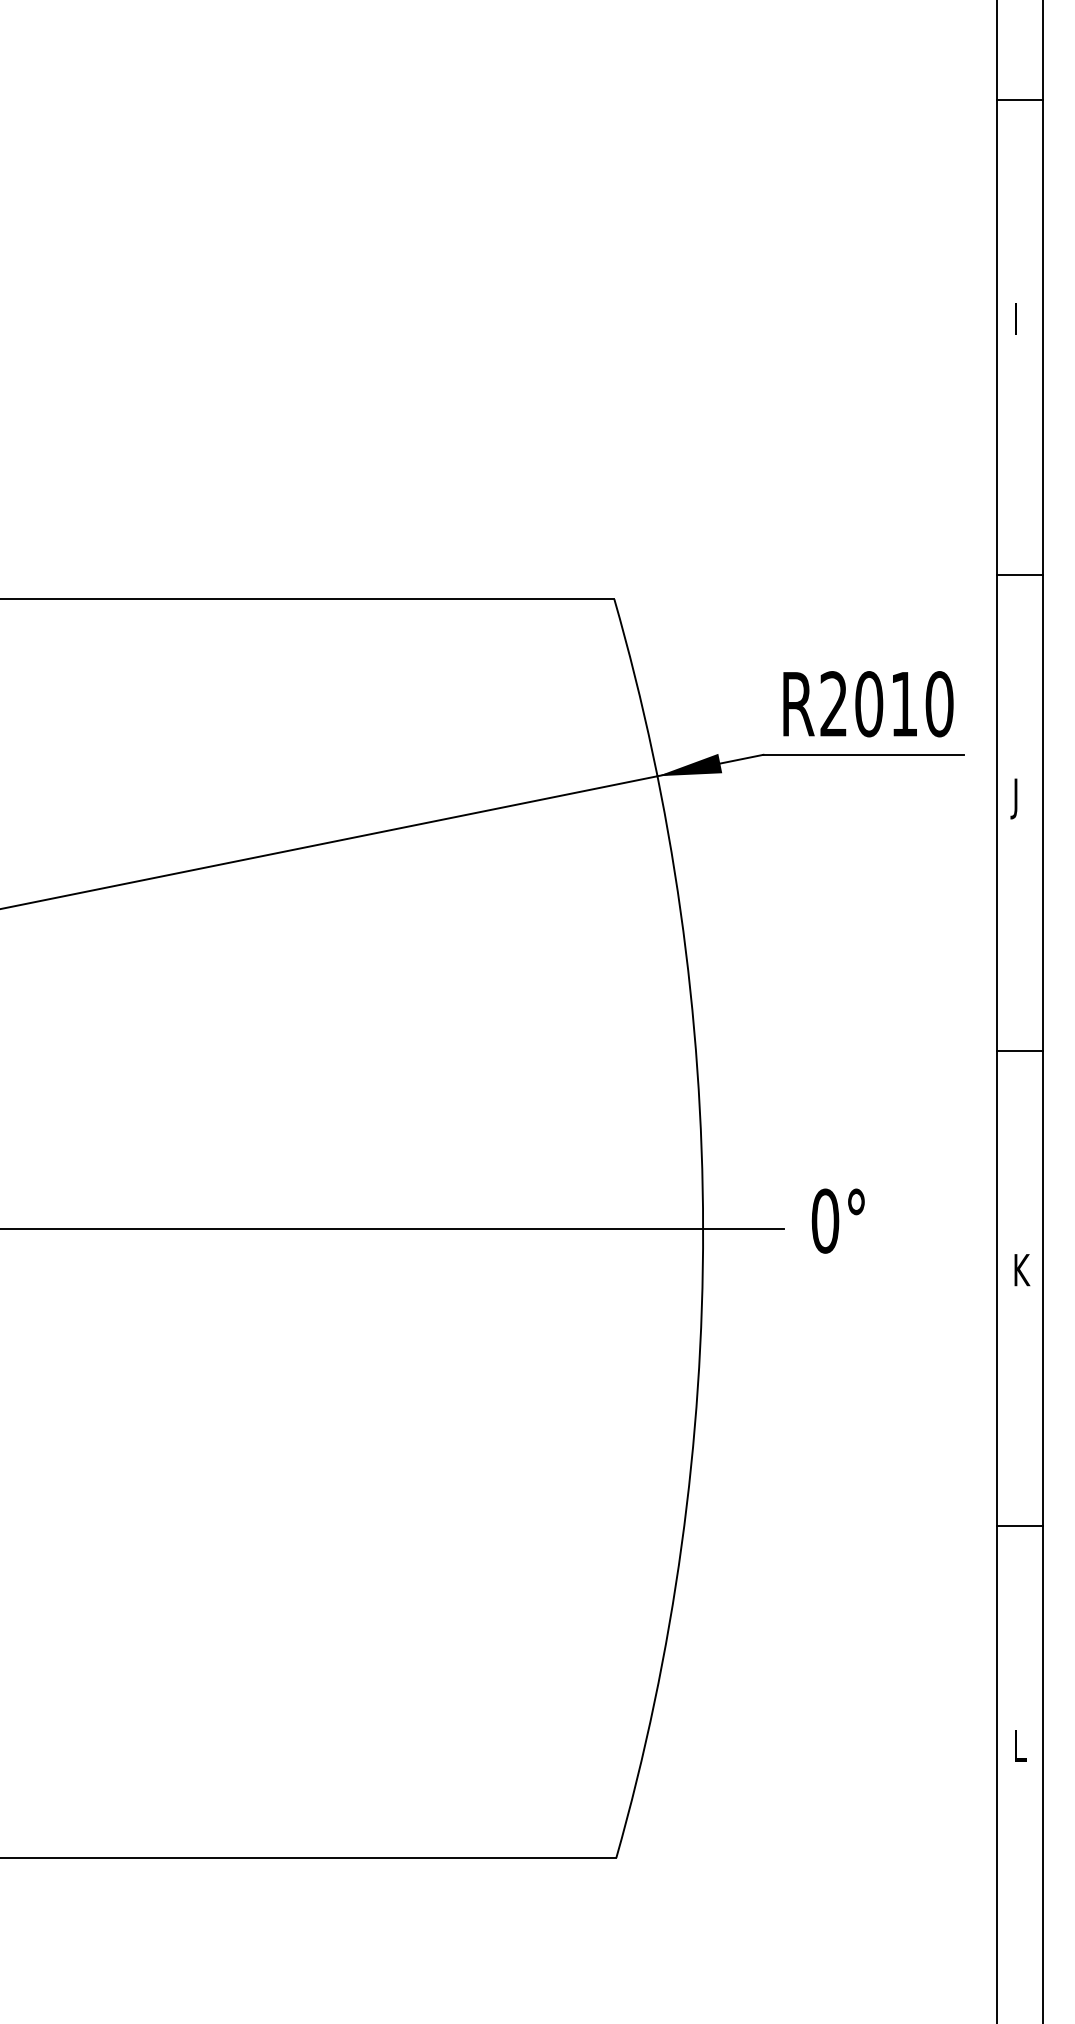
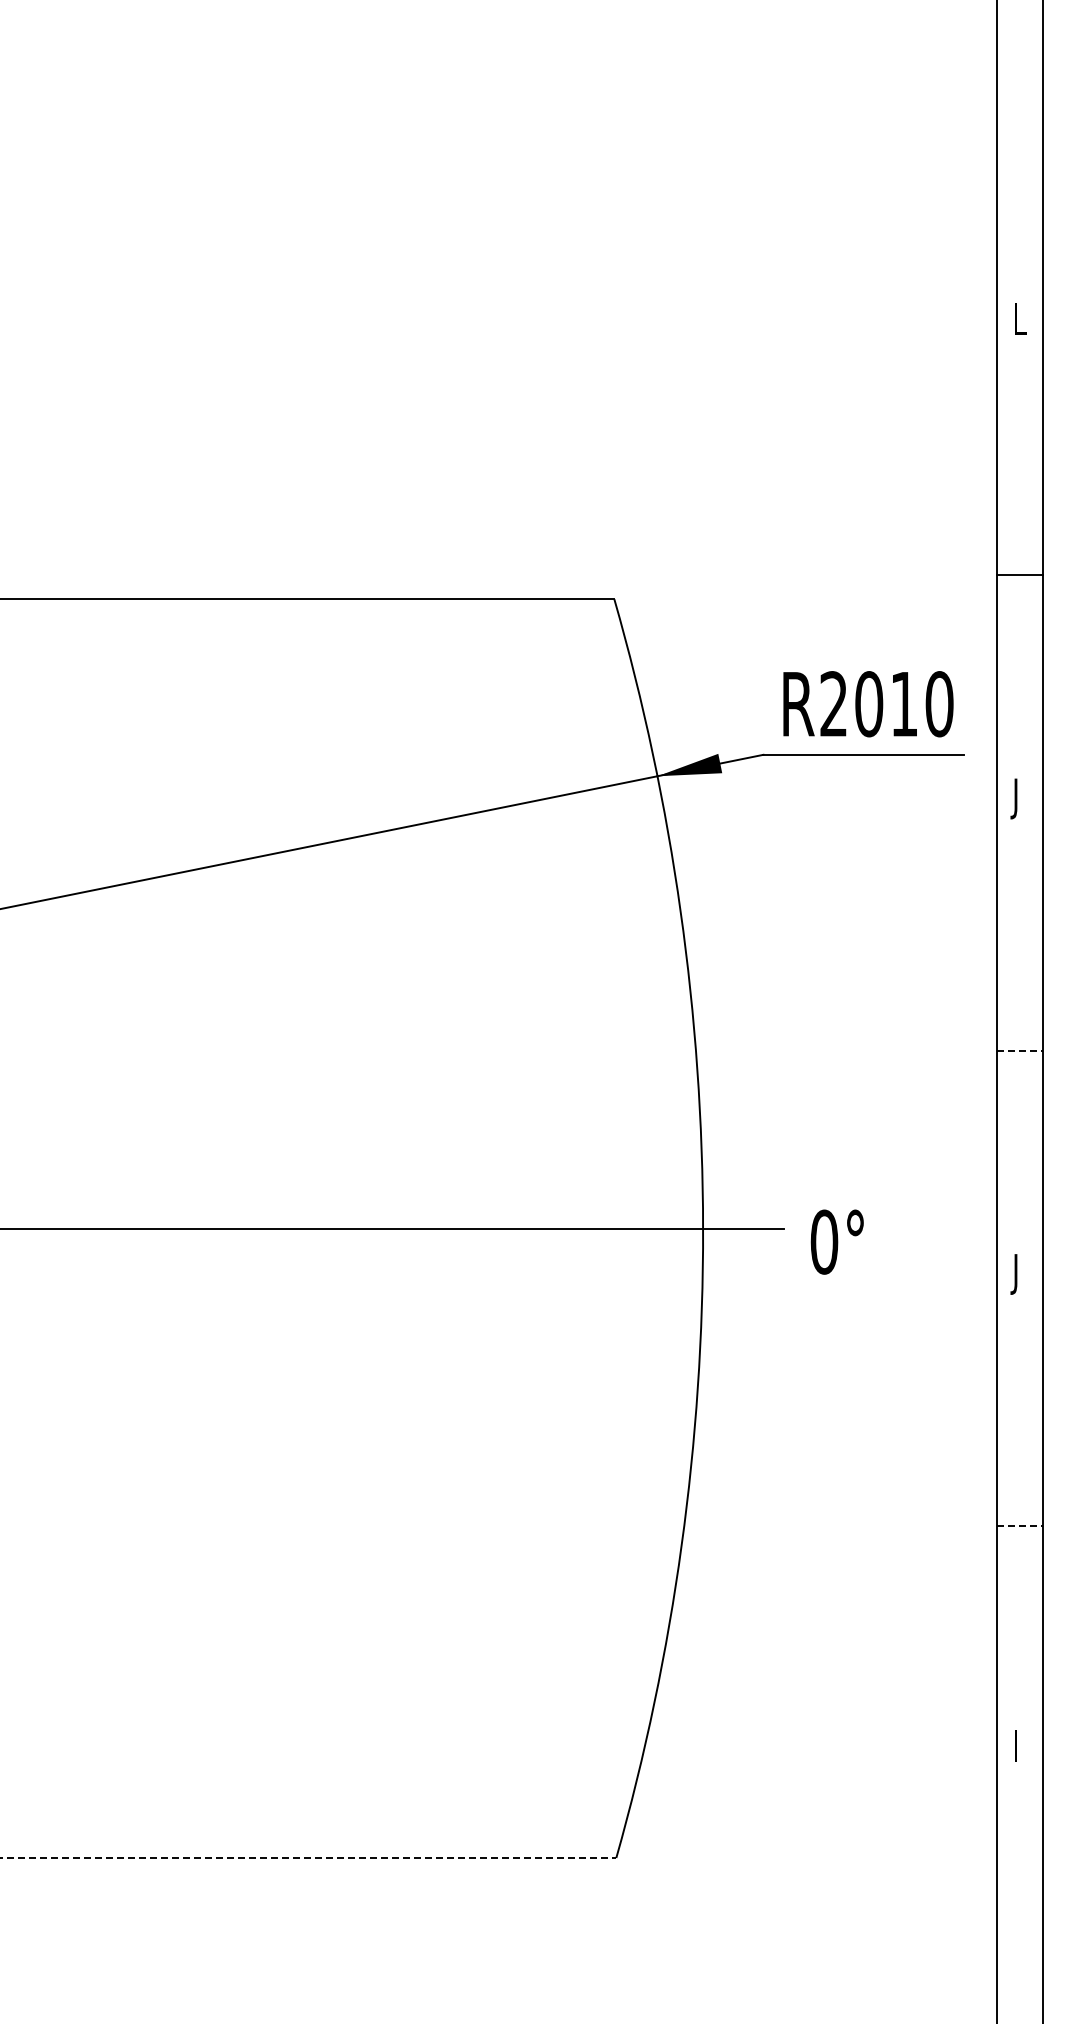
line at (1019, 99): present -> none
text at (1021, 333): I -> L
line at (1019, 1050): solid -> dashed
text at (837, 1220) position: (837, 1220) -> (836, 1241)
text at (1020, 1274): K -> J
line at (1019, 1526): solid -> dashed
text at (1021, 1759): L -> I
line at (308, 1858): solid -> dashed
